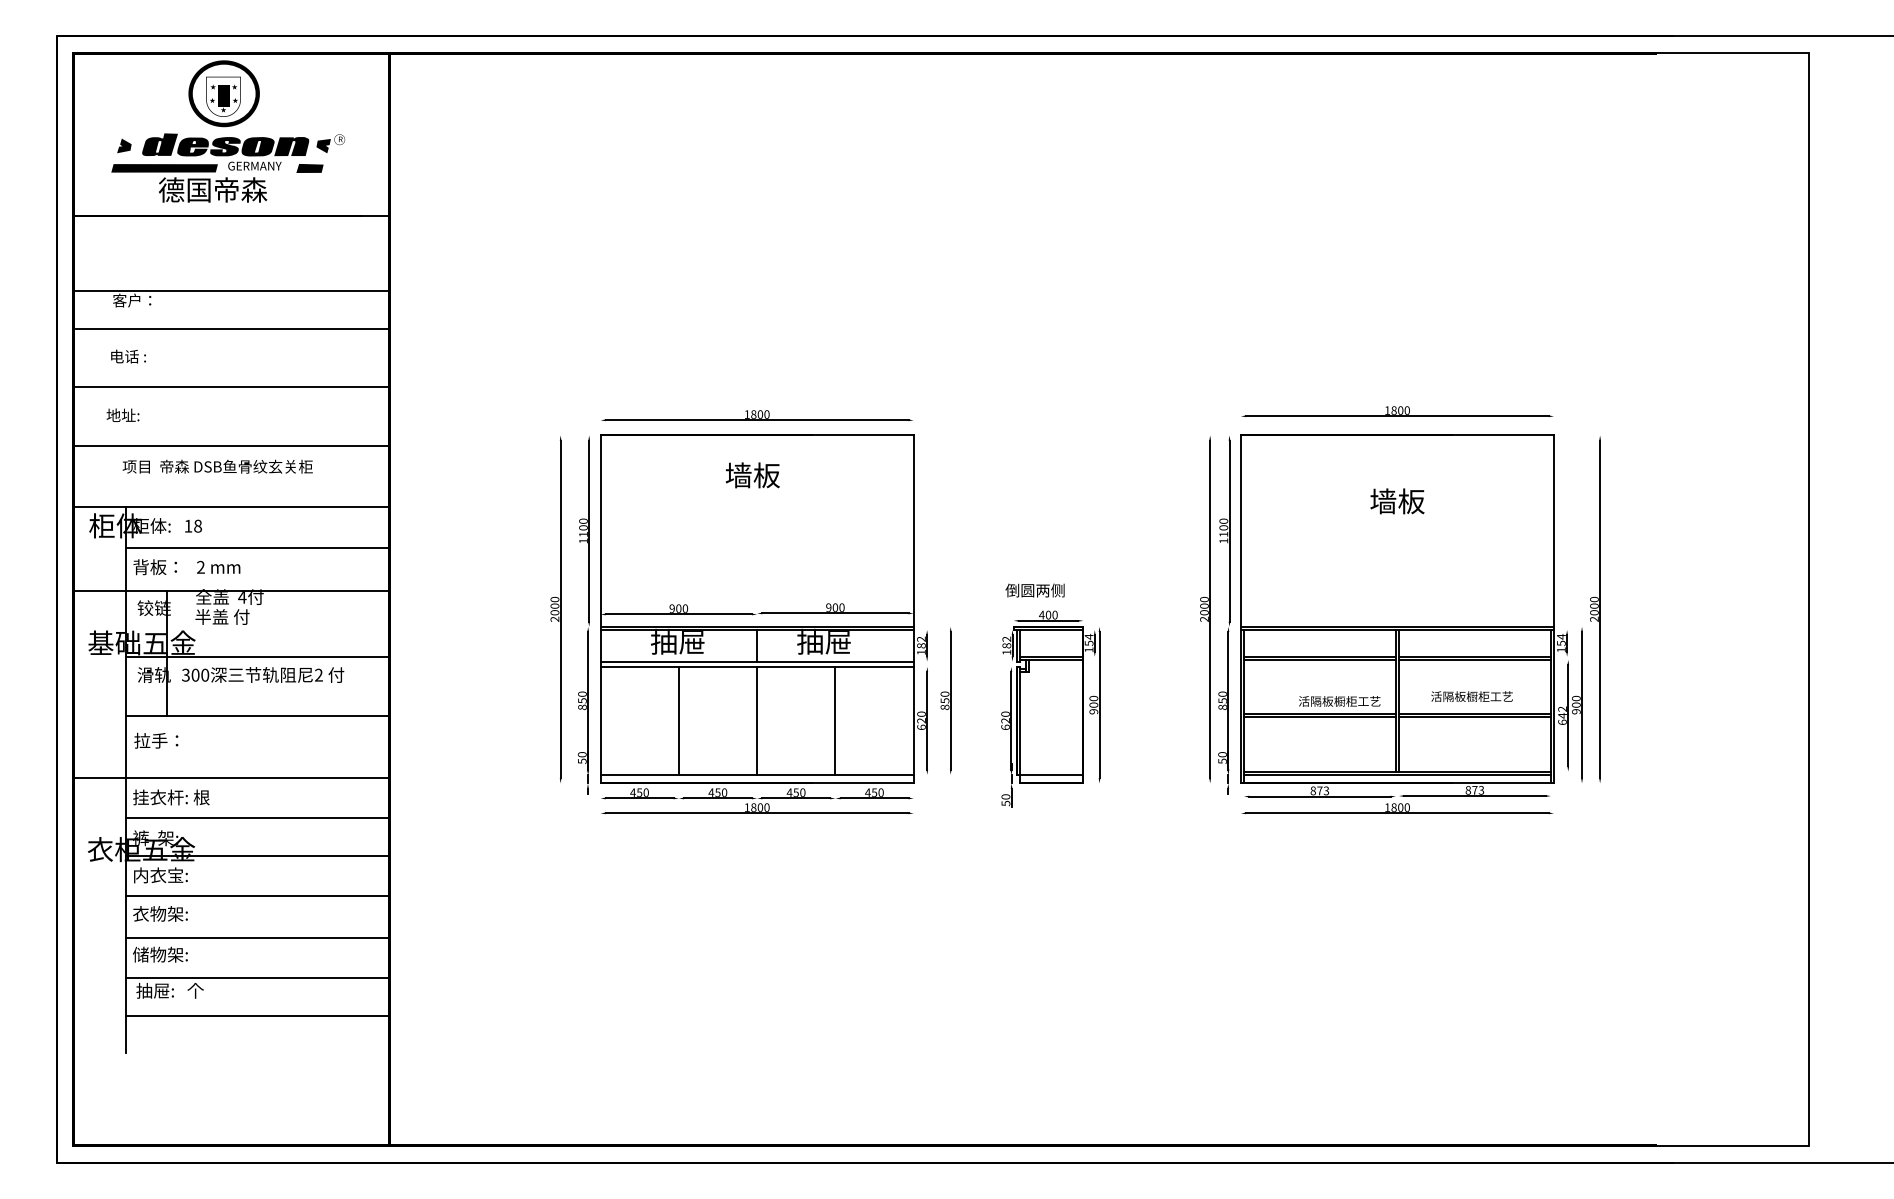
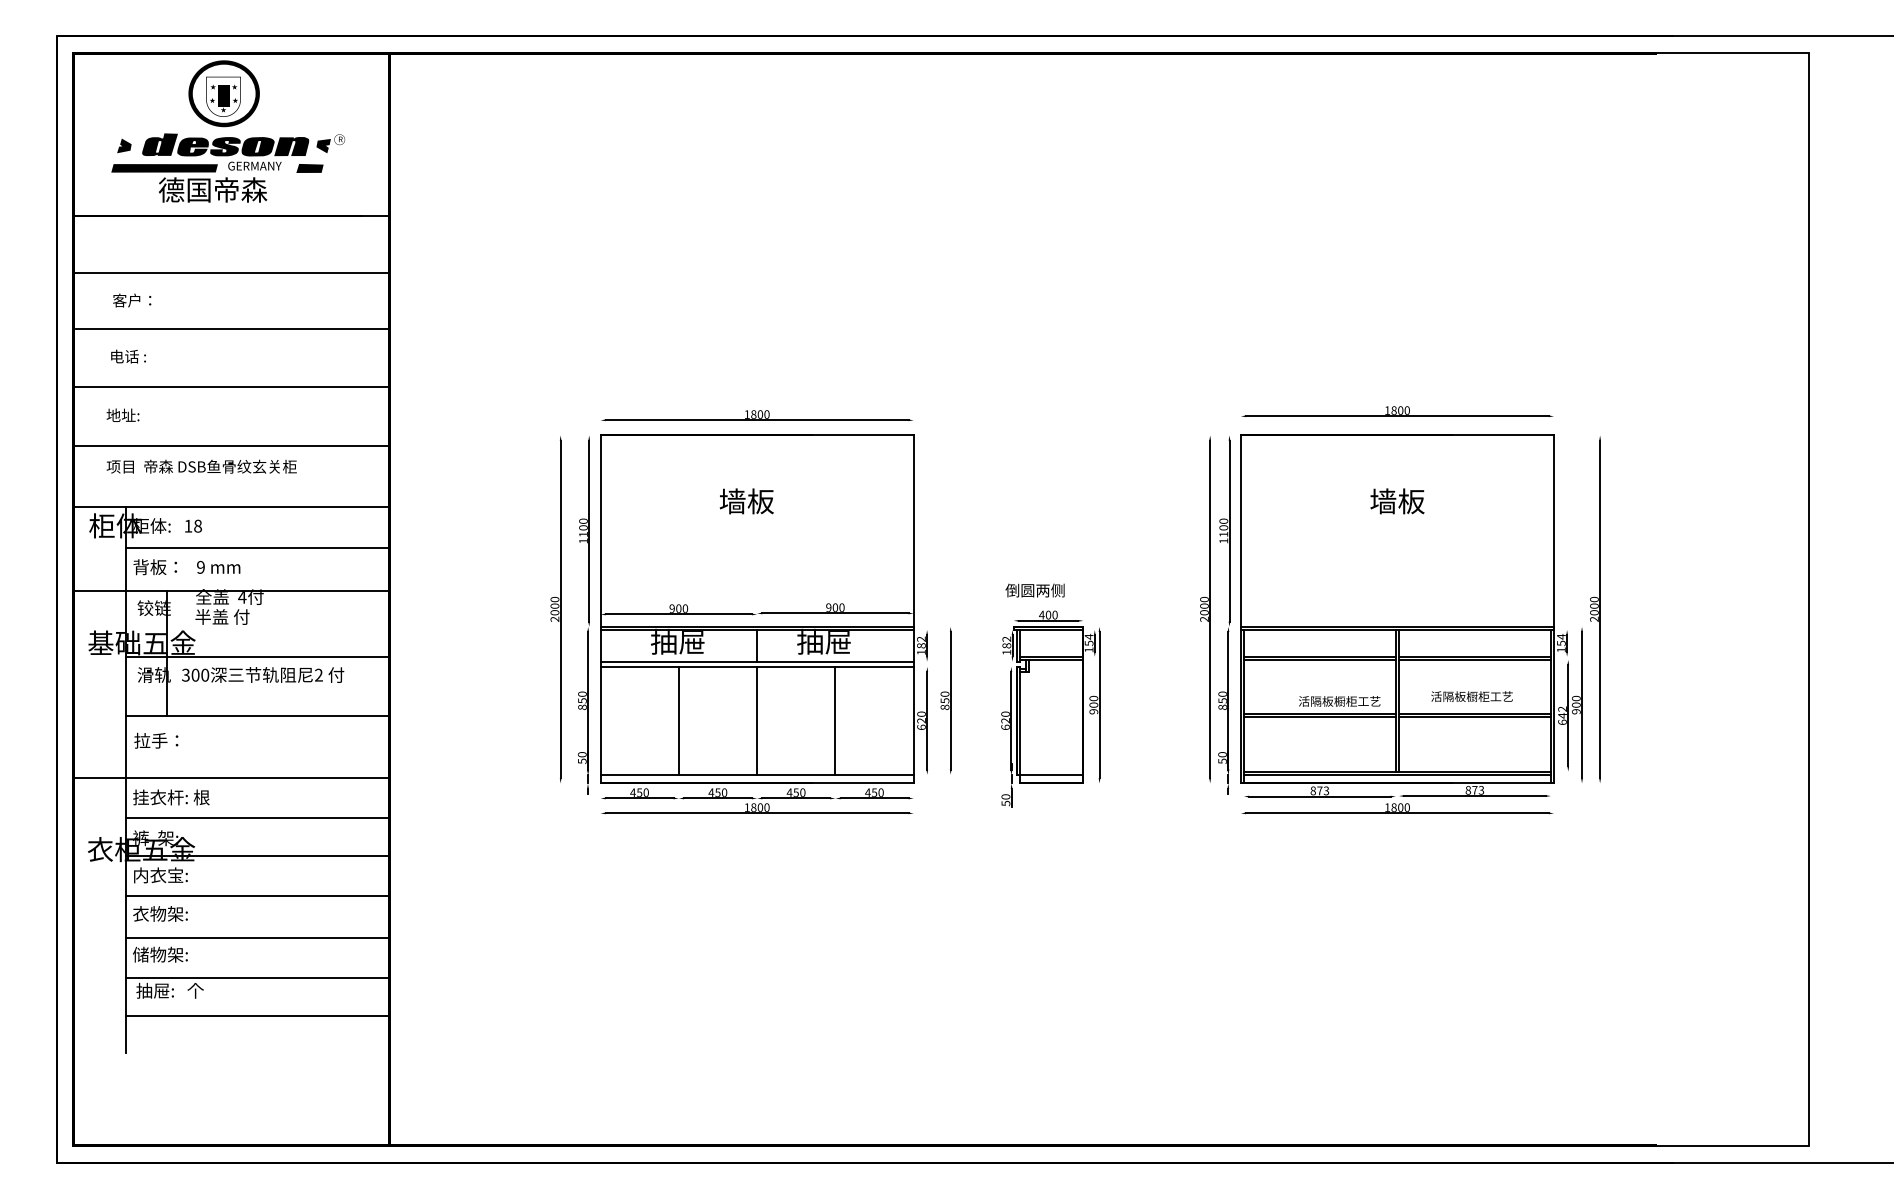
line at (231, 290) position: (231, 290) -> (231, 272)
text at (217, 466) position: (217, 466) -> (201, 466)
text at (752, 475) position: (752, 475) -> (746, 501)
text at (200, 567): 2 -> 9
